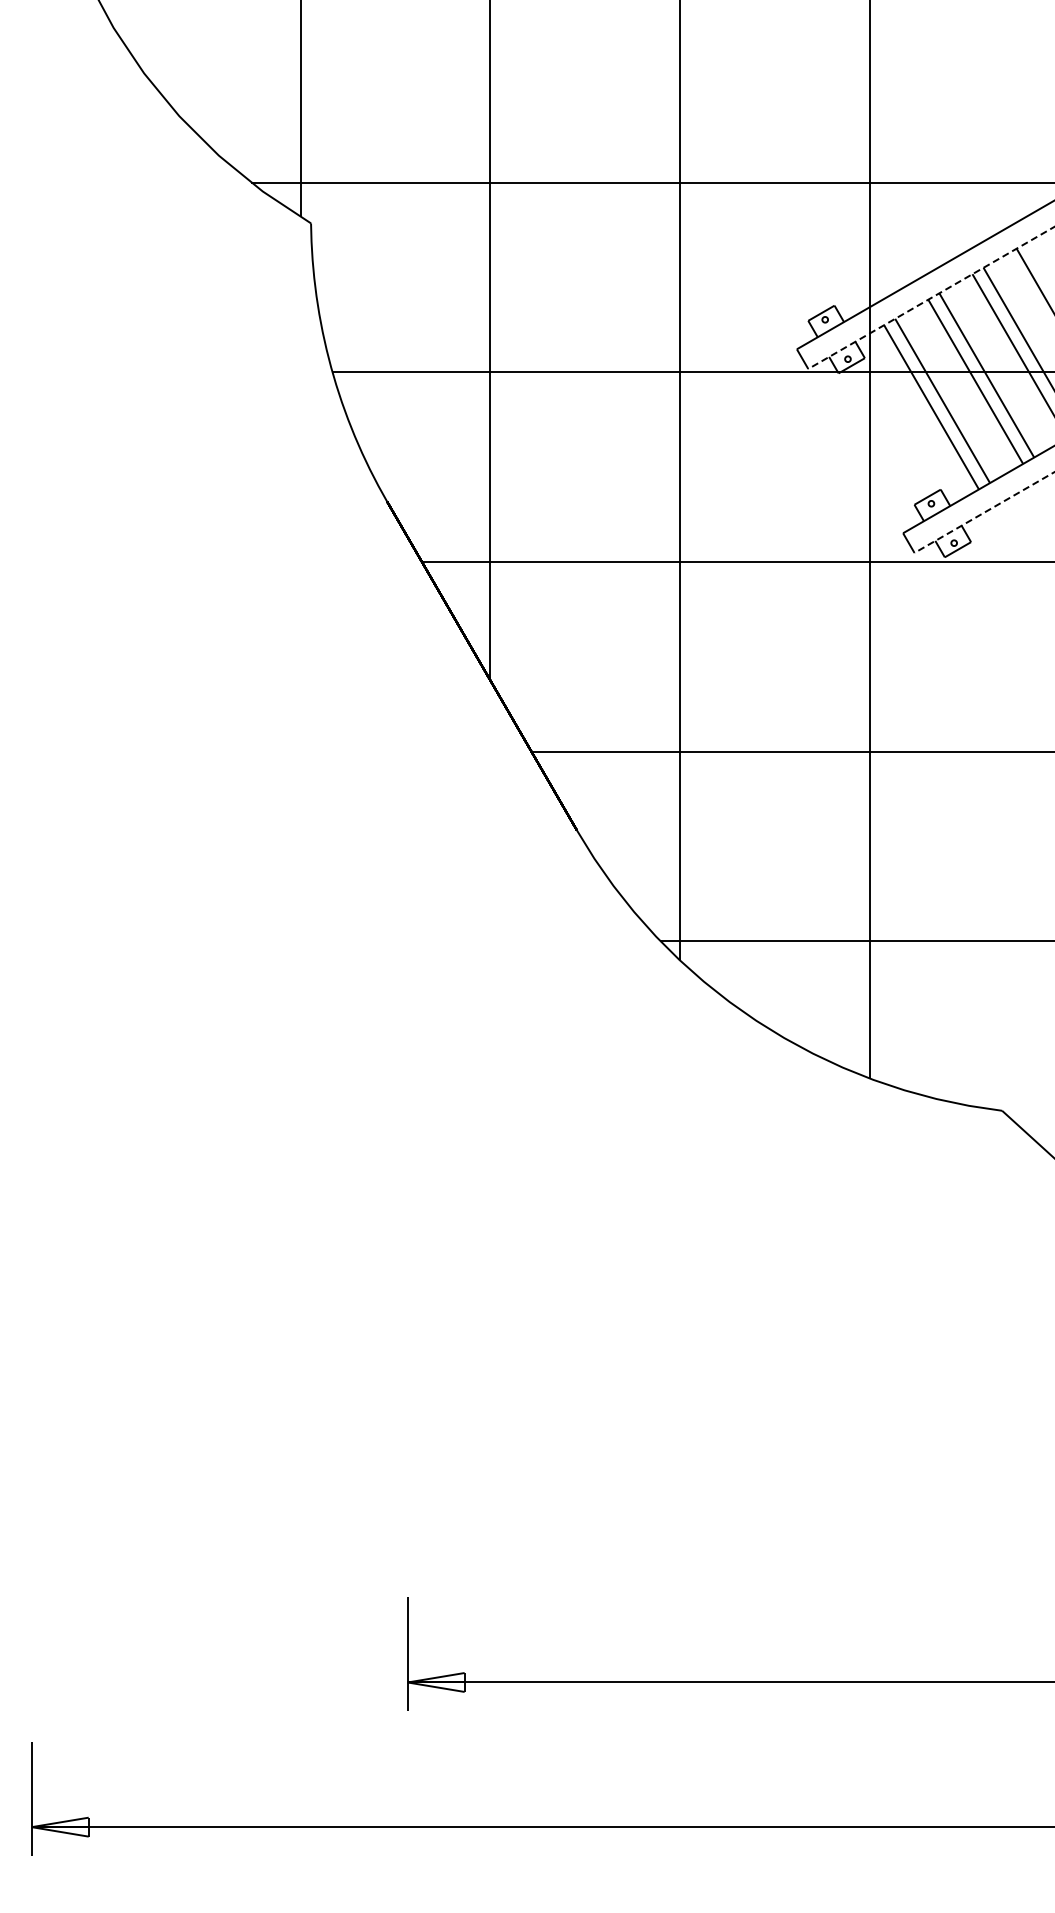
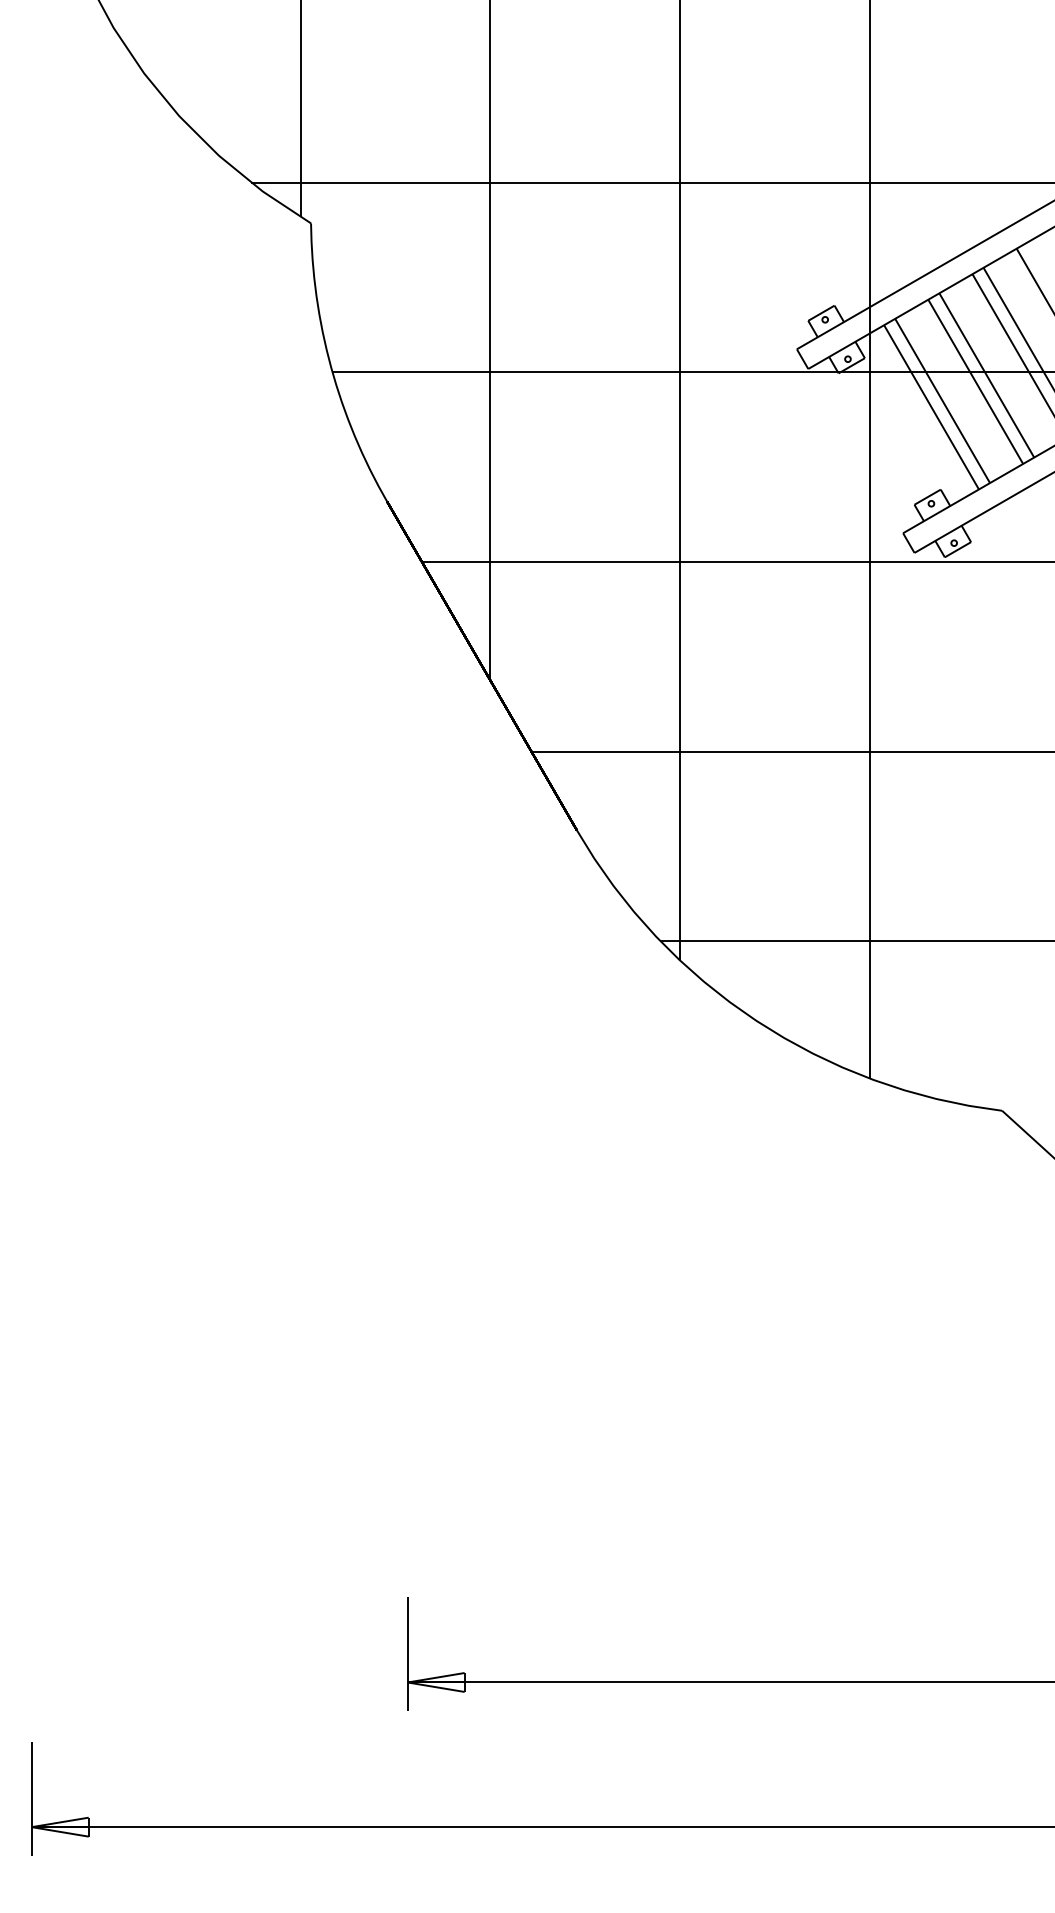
line at (931, 298): dashed -> solid
line at (984, 512): dashed -> solid
